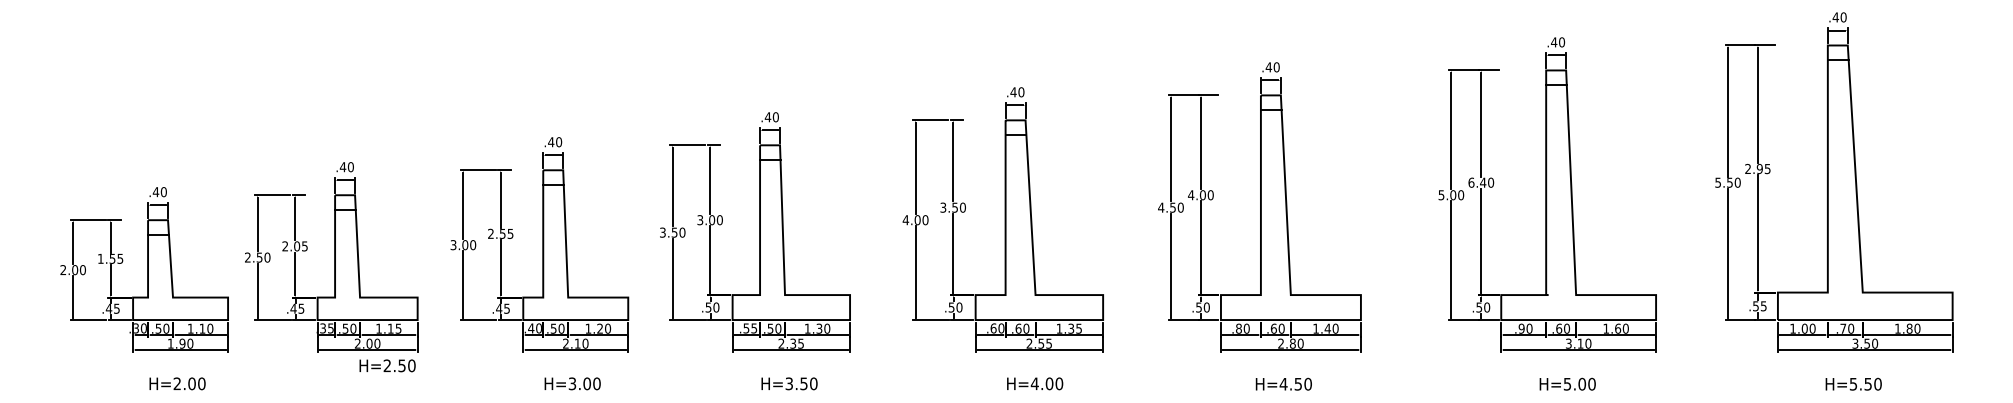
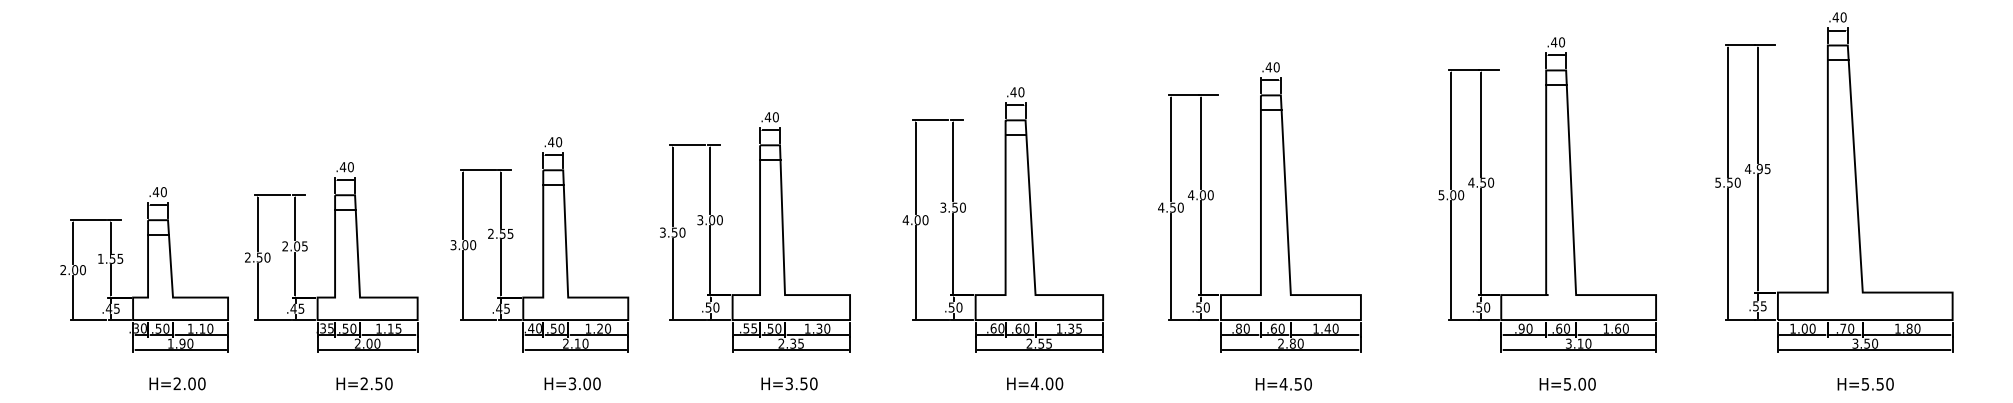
text at (1747, 168): 2.95 -> 4.95
text at (1477, 182): 6.40 -> 4.50
text at (387, 365) position: (387, 365) -> (364, 383)
text at (1853, 383) position: (1853, 383) -> (1865, 383)
